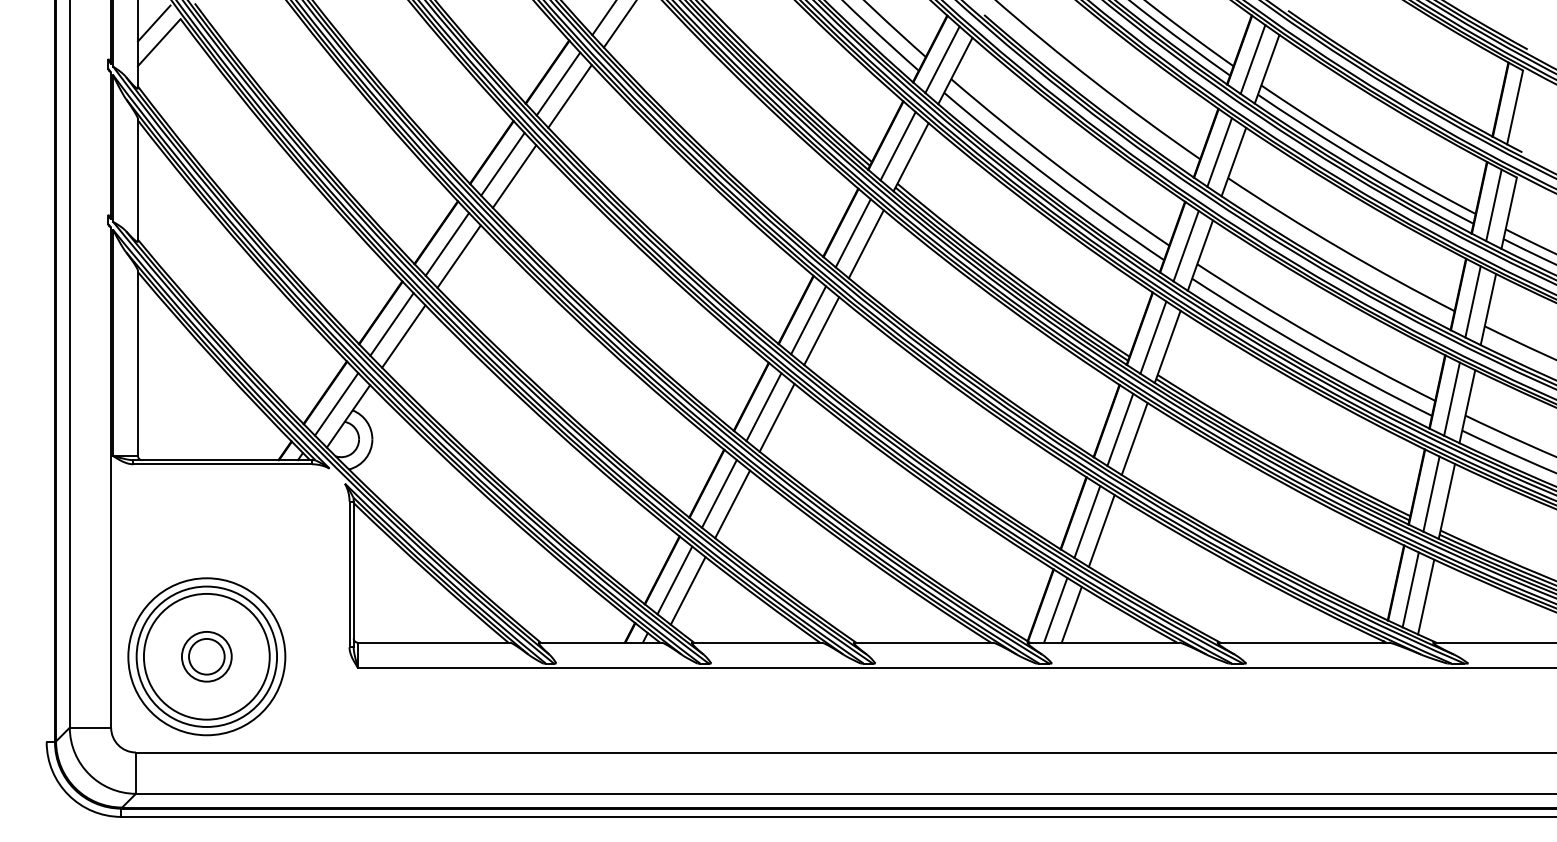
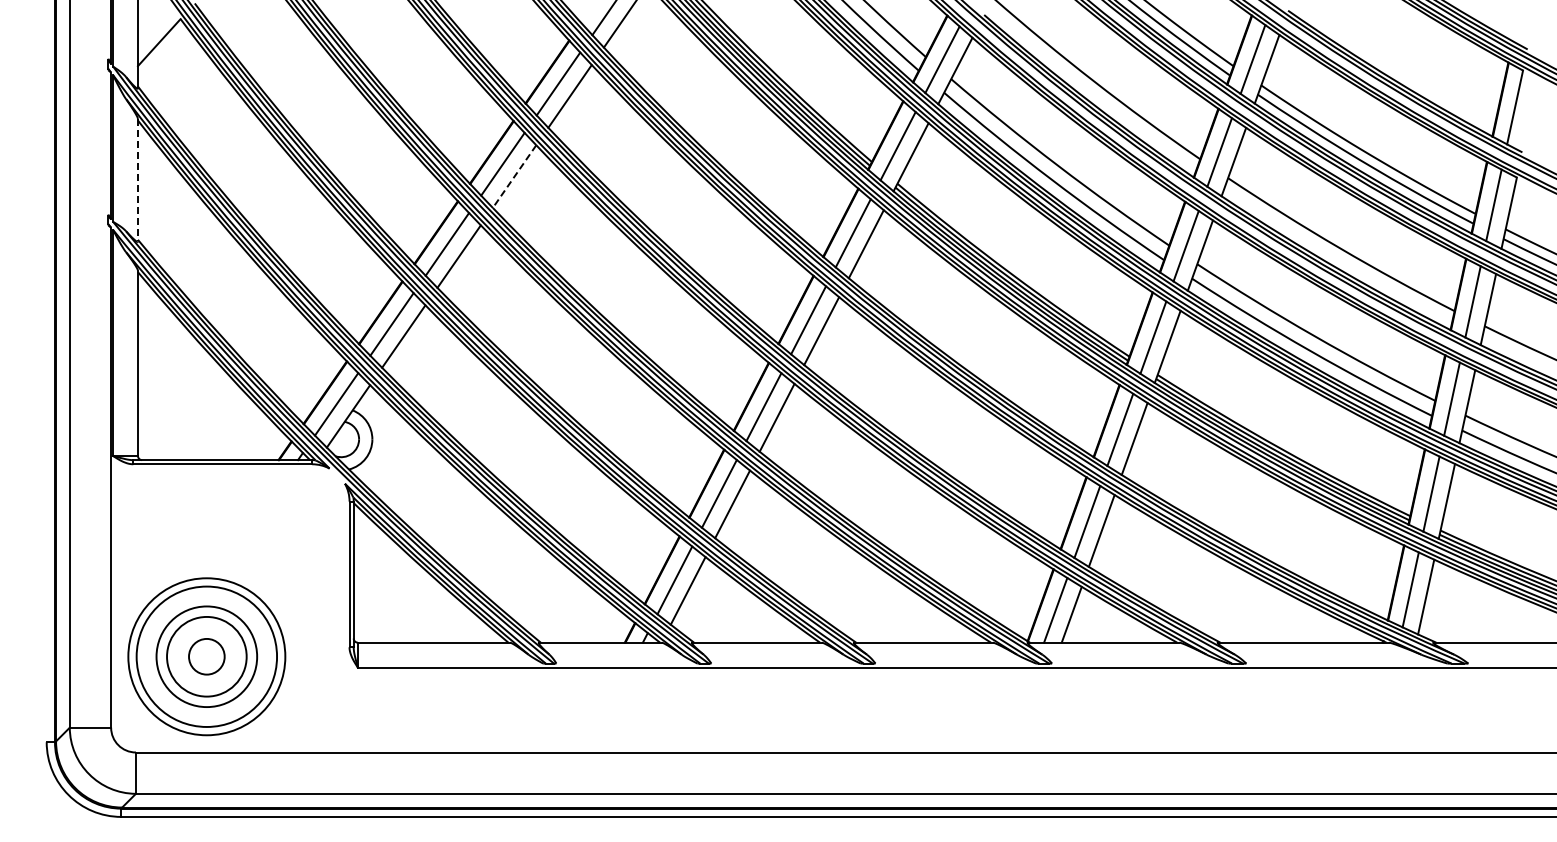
line at (153, 23): present -> none
line at (514, 177): solid -> dashed
line at (137, 180): solid -> dashed
circle at (206, 656) diameter: 126 px -> 101 px
circle at (206, 656) diameter: 50 px -> 80 px
